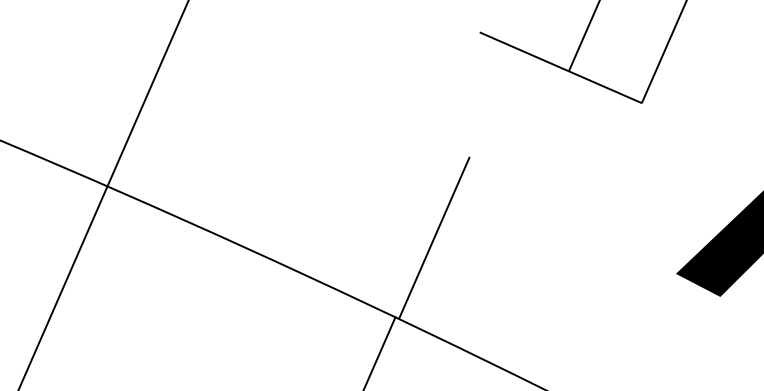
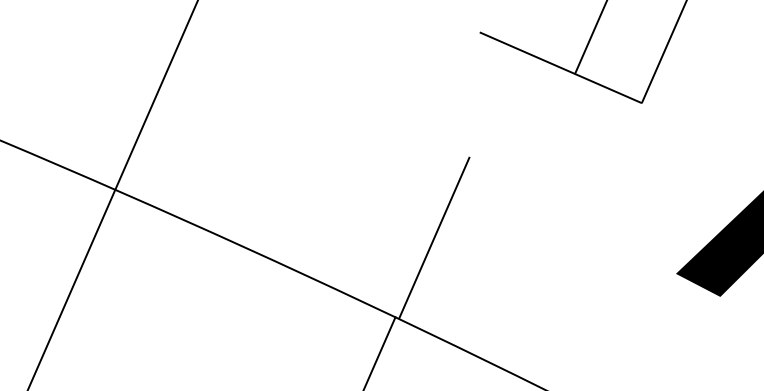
line at (583, 36) position: (583, 36) -> (590, 38)
line at (103, 194) position: (103, 194) -> (112, 194)
